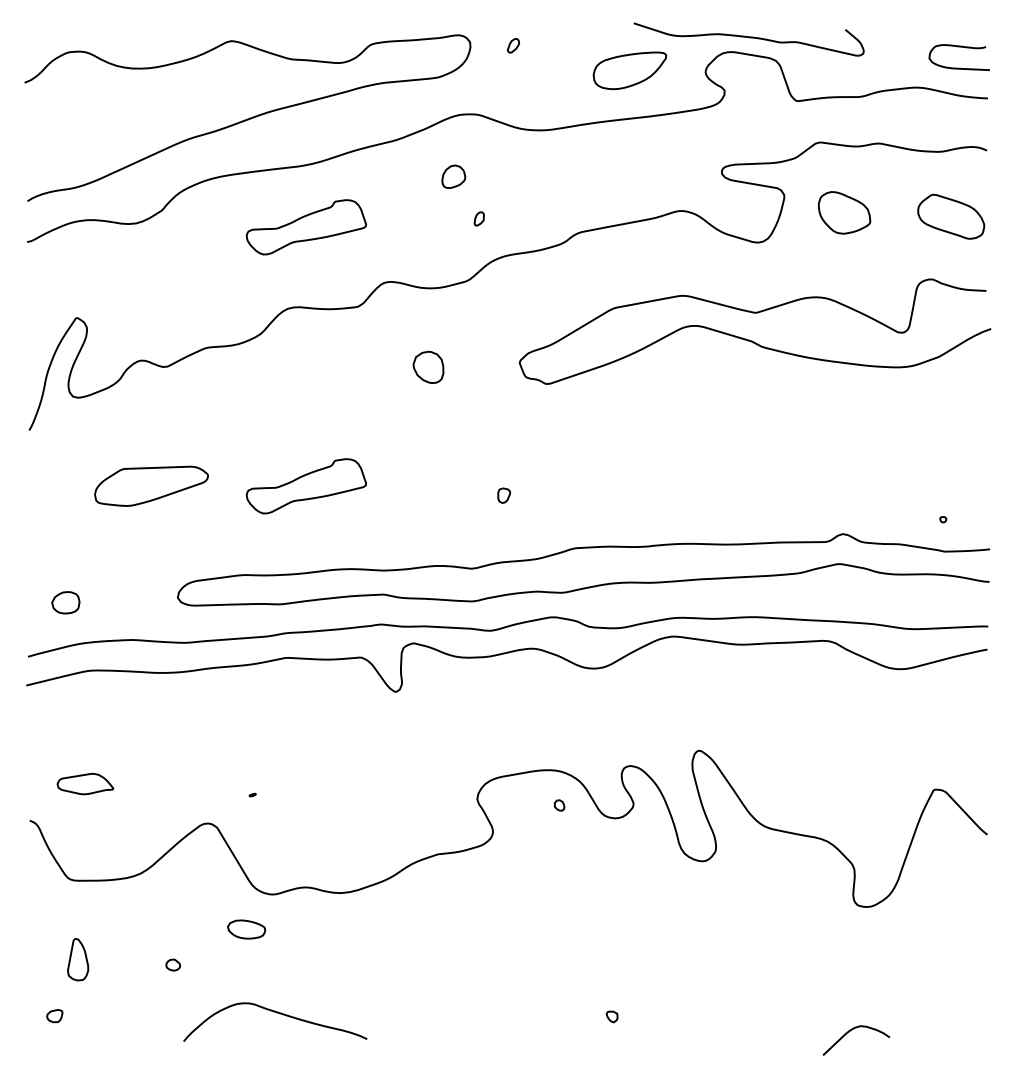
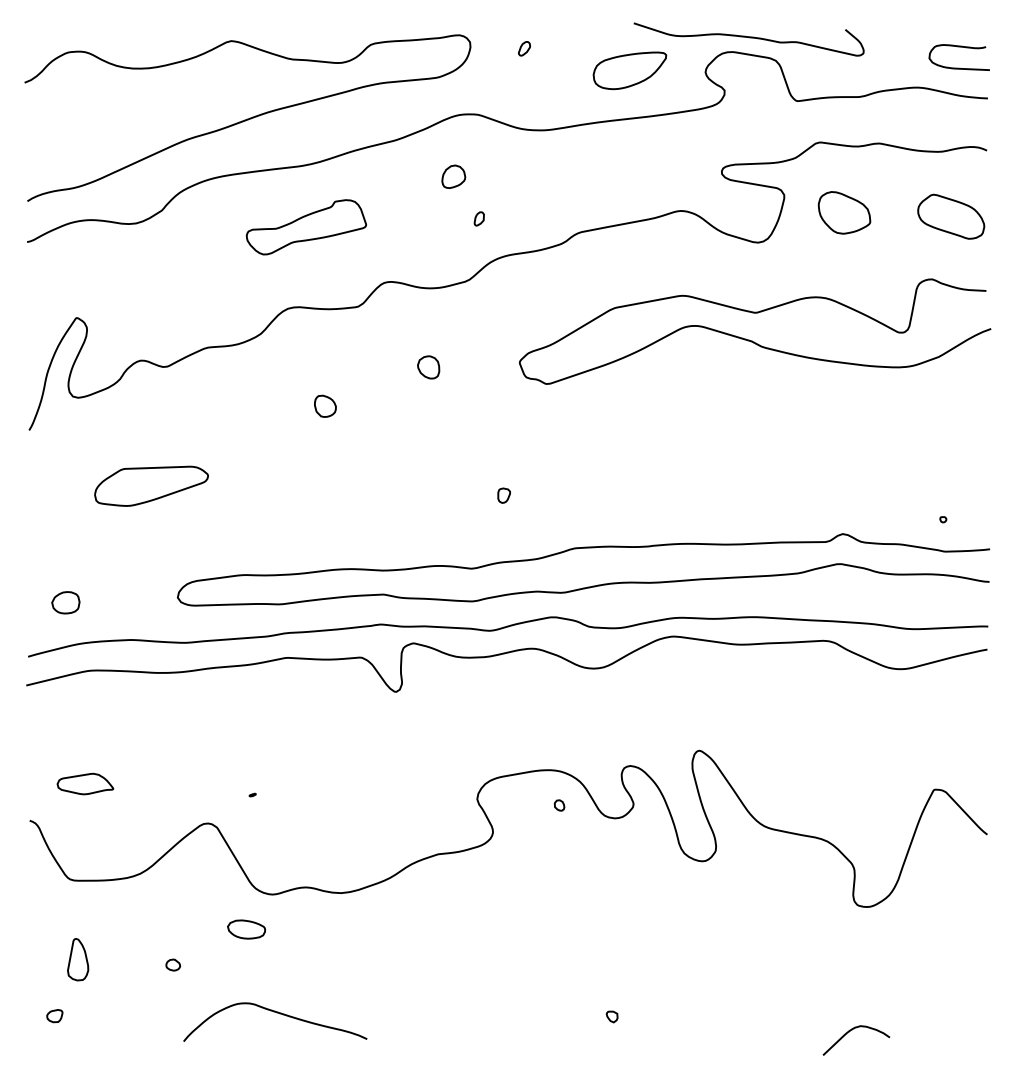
part at (513, 45) position: (513, 45) -> (524, 48)
part at (428, 367) size: 33x33 px -> 24x25 px
part at (325, 405): none -> present
part at (305, 486): present -> none
